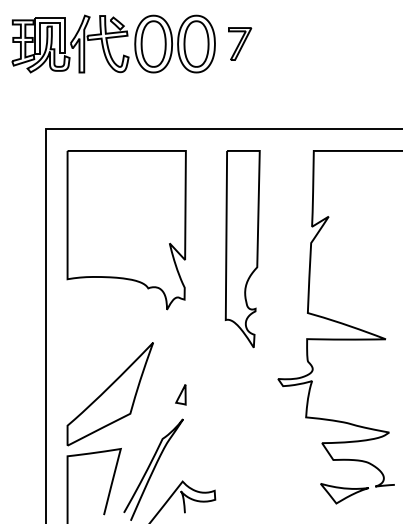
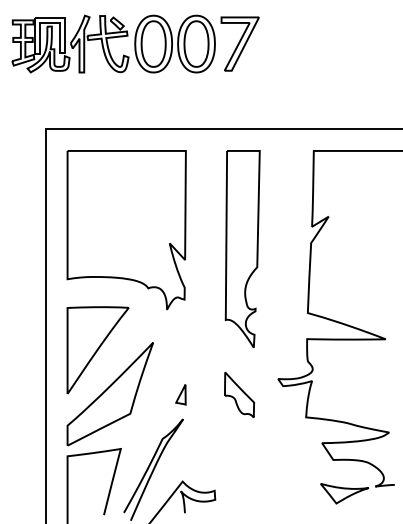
part at (240, 43) size: 25x34 px -> 40x56 px
part at (97, 350): none -> present
part at (239, 394): none -> present
